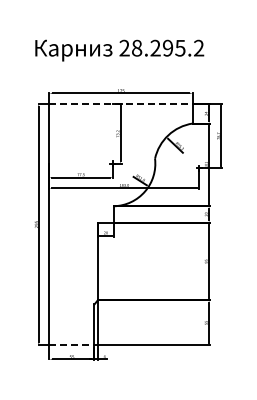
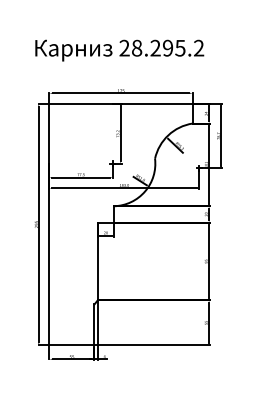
line at (121, 103): dashed -> solid
line at (71, 345): dashed -> solid
